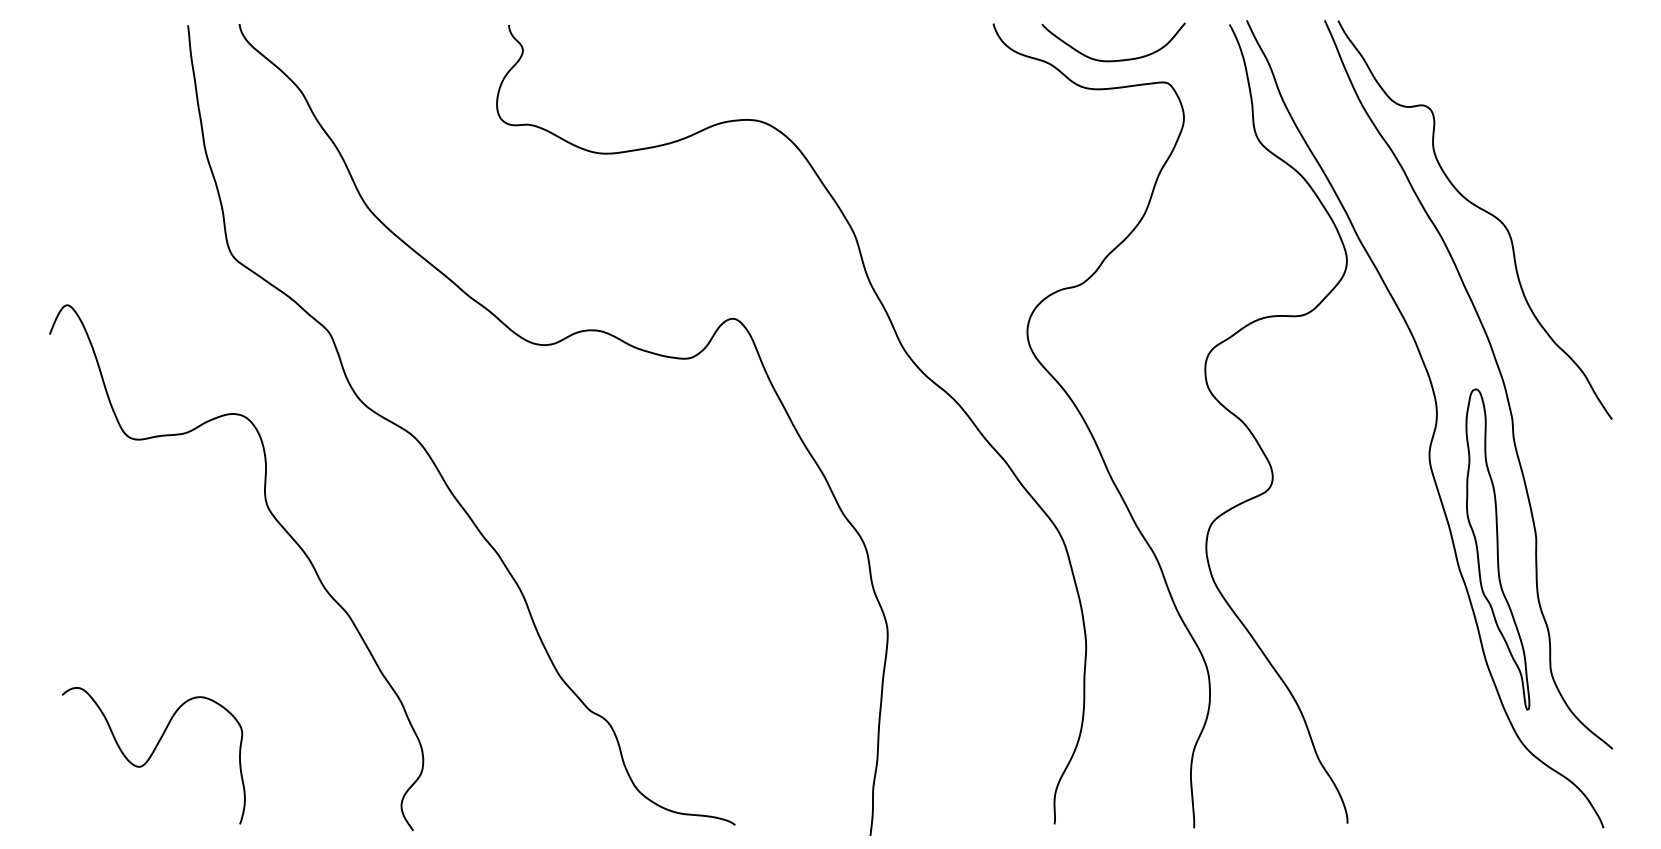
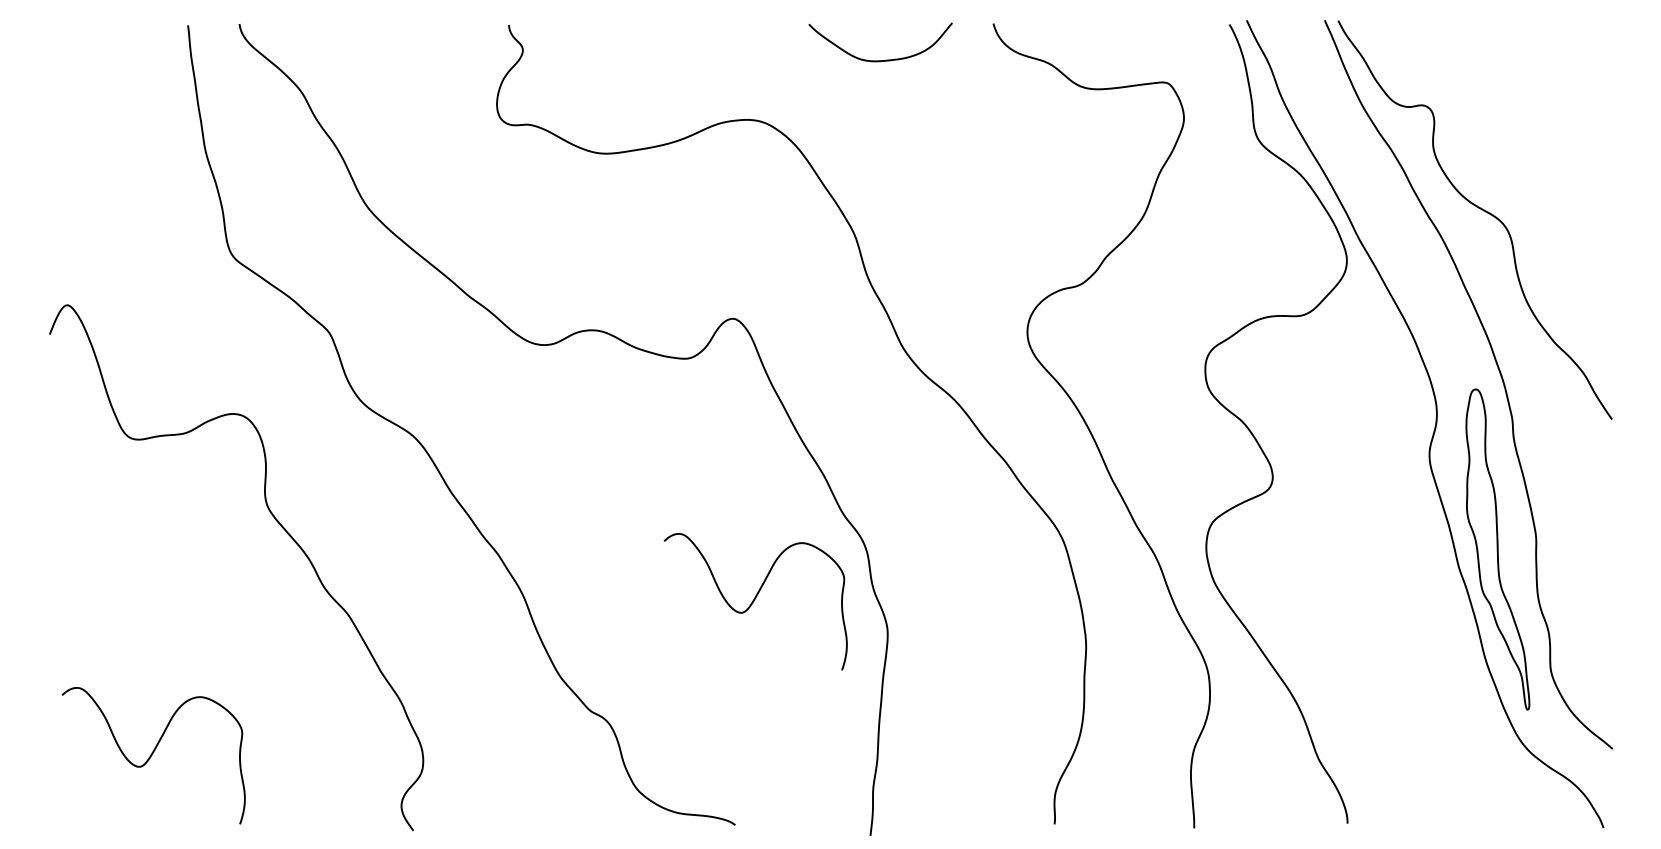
curve at (1118, 59) position: (1118, 59) -> (885, 59)
curve at (754, 601): none -> present
